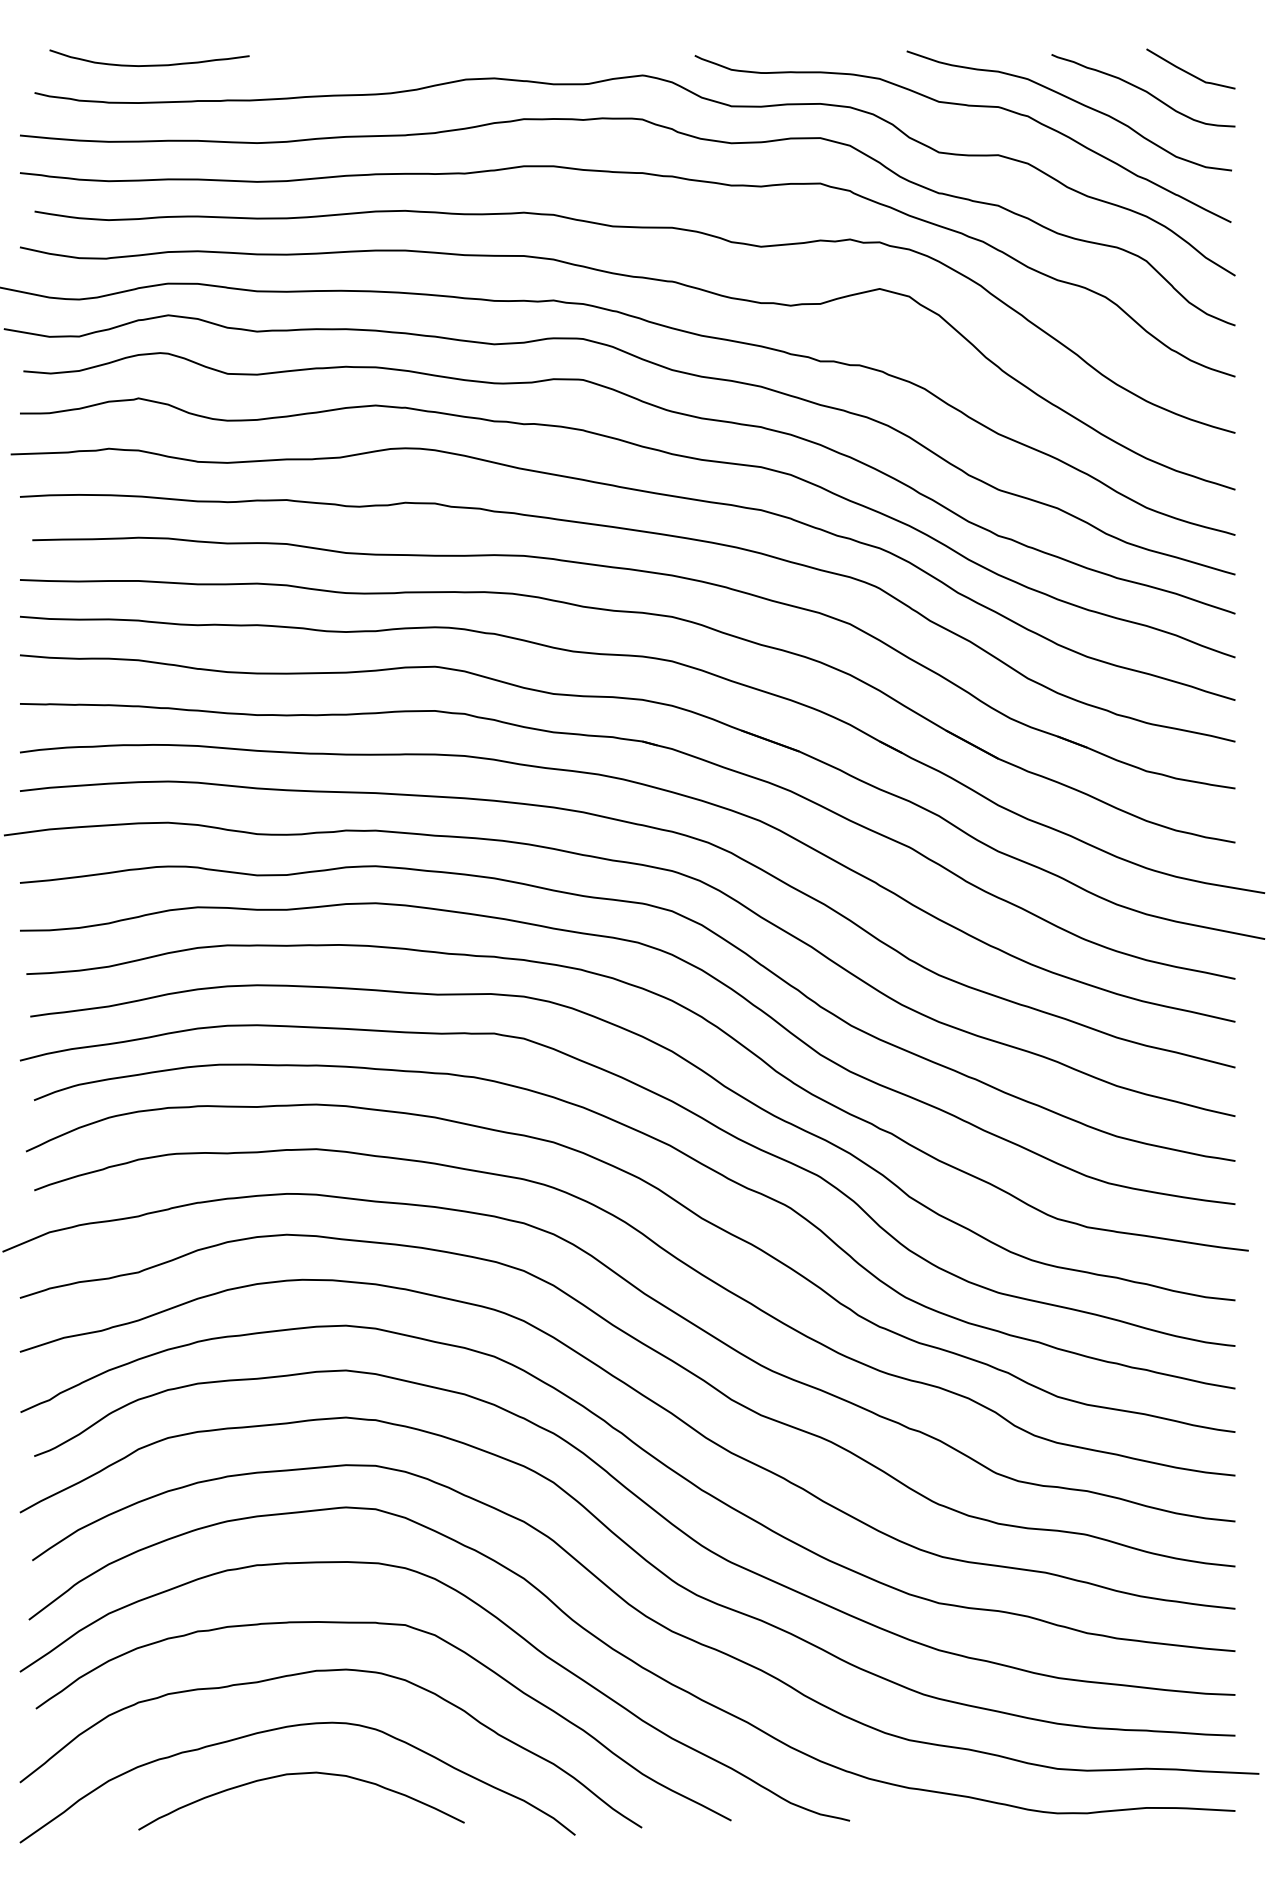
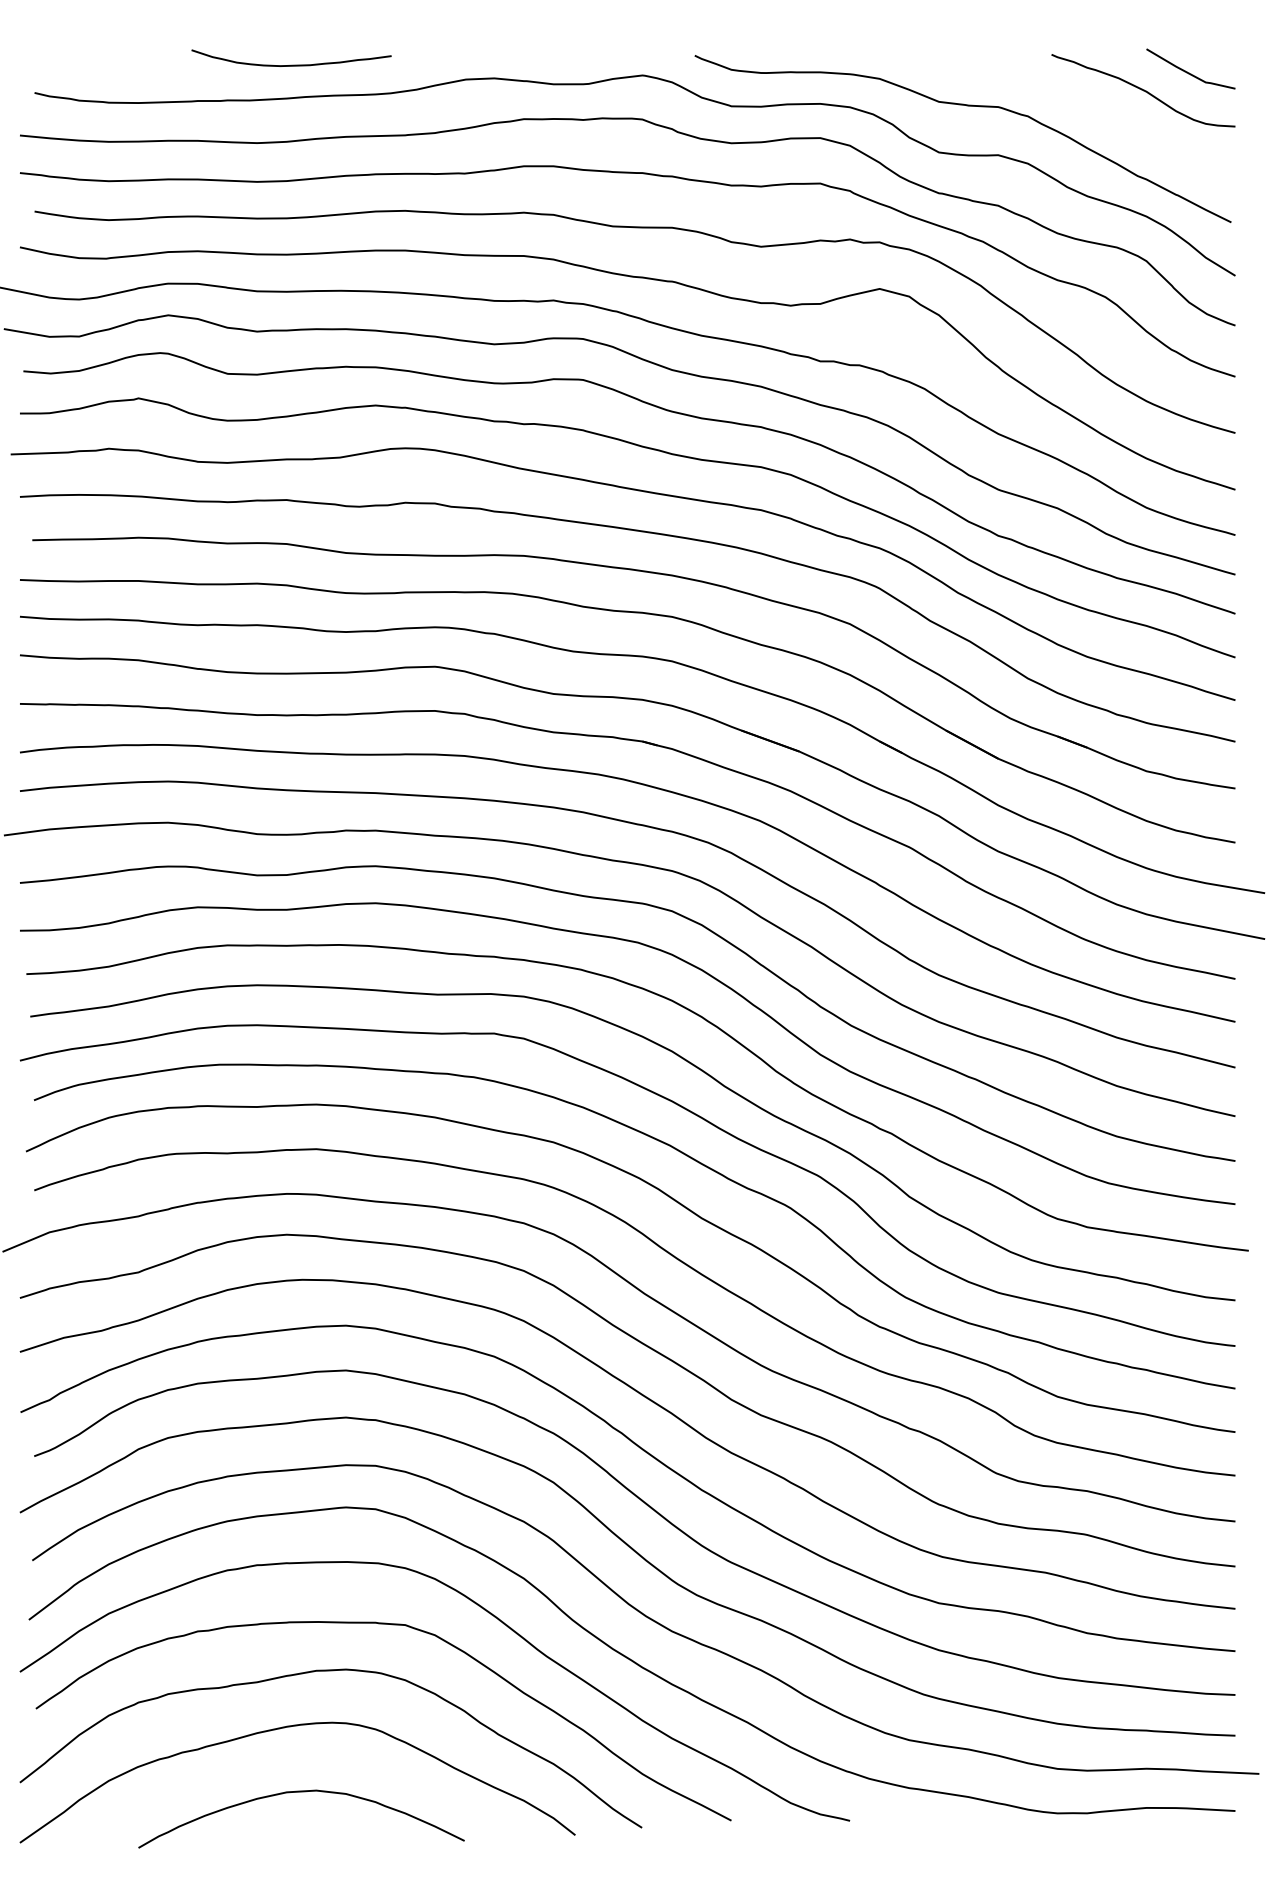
curve at (149, 64) position: (149, 64) -> (291, 64)
curve at (1073, 101): present -> none
curve at (301, 1774) position: (301, 1774) -> (301, 1792)
